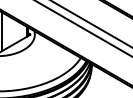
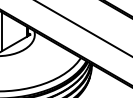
line at (91, 24): present -> none
